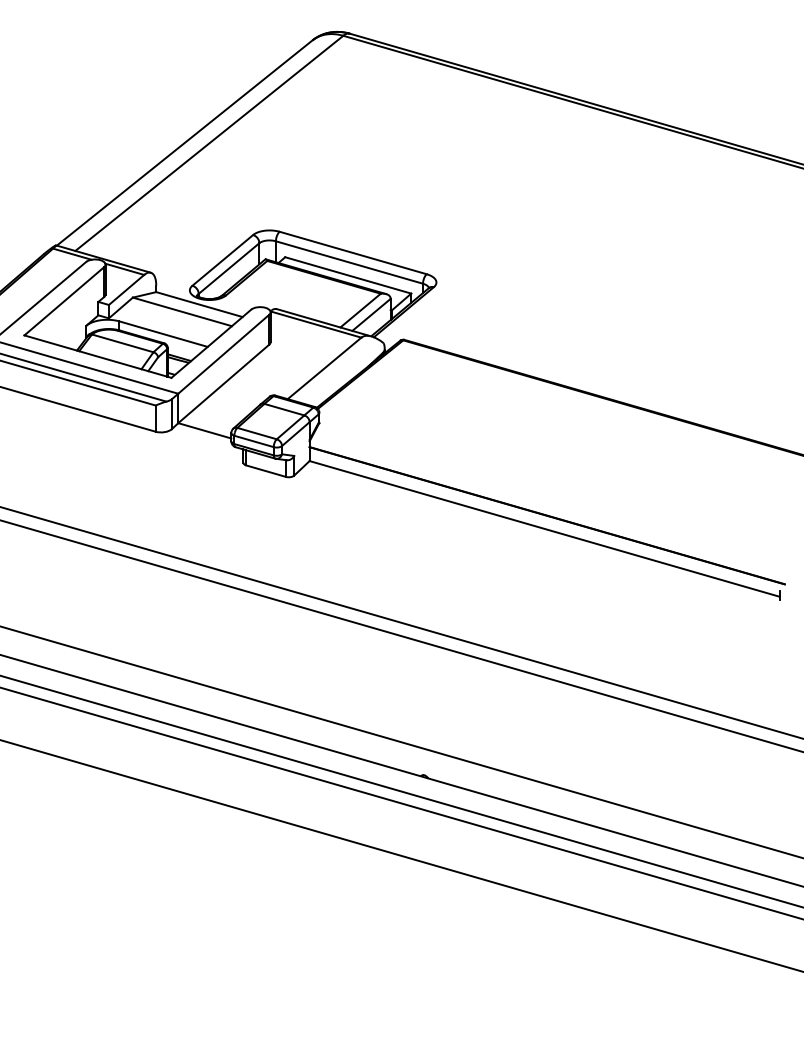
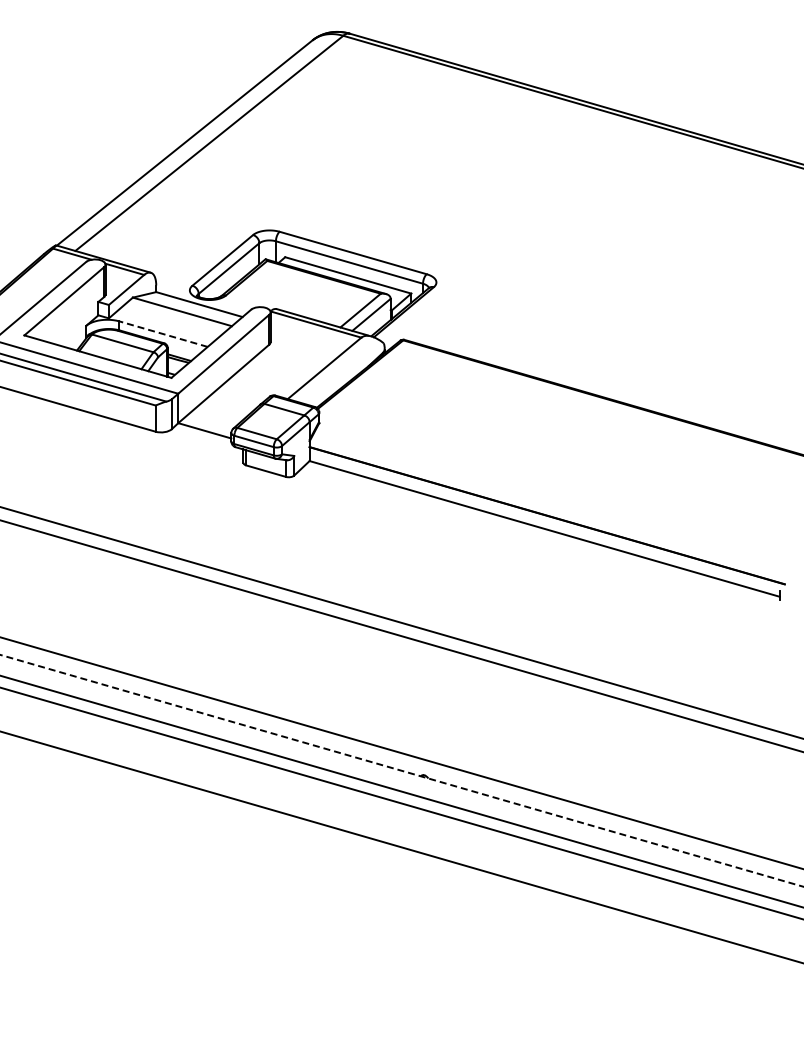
line at (163, 334): solid -> dashed
line at (401, 742) position: (401, 742) -> (401, 752)
line at (401, 770): solid -> dashed
line at (401, 855) position: (401, 855) -> (401, 847)
